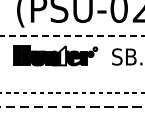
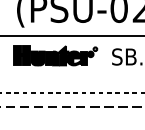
line at (72, 36): dashed -> solid
fill at (63, 55): none -> present
